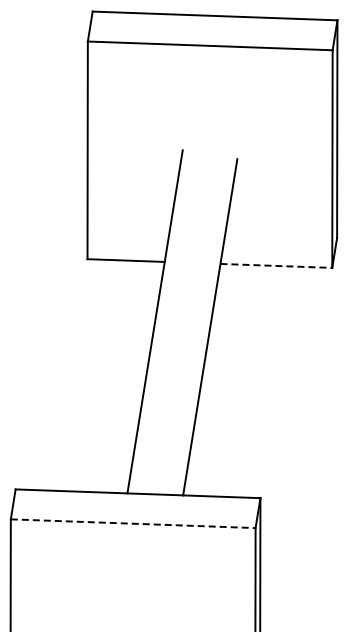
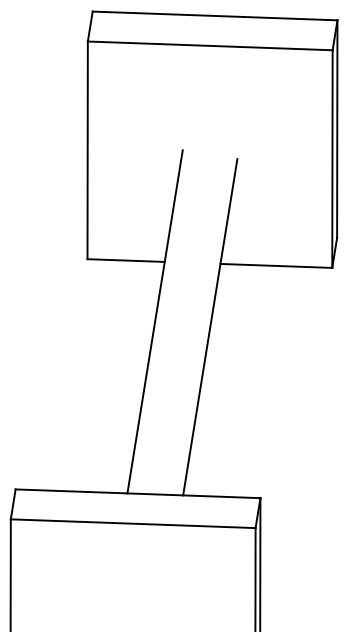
line at (276, 265): dashed -> solid
line at (133, 523): dashed -> solid
